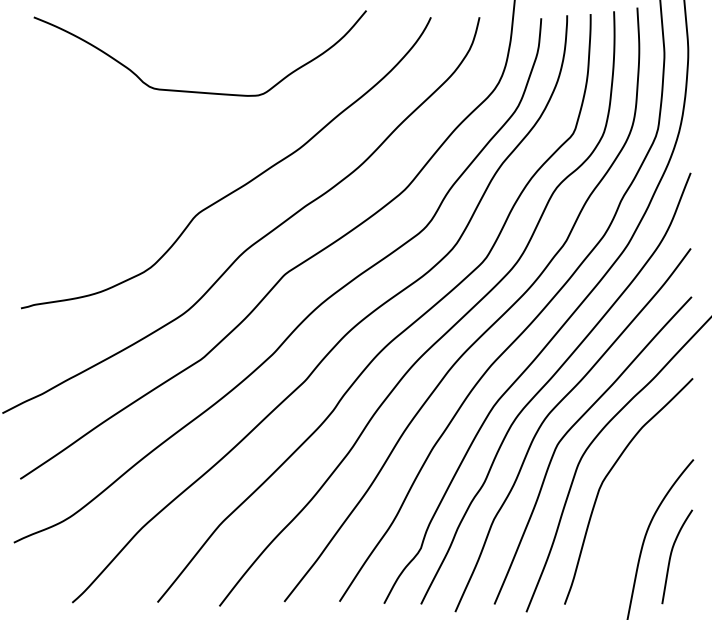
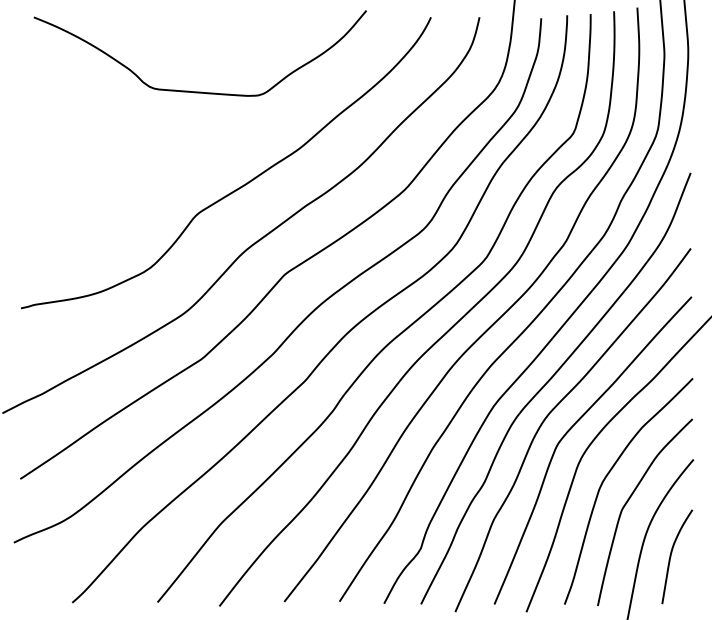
curve at (629, 500): none -> present
